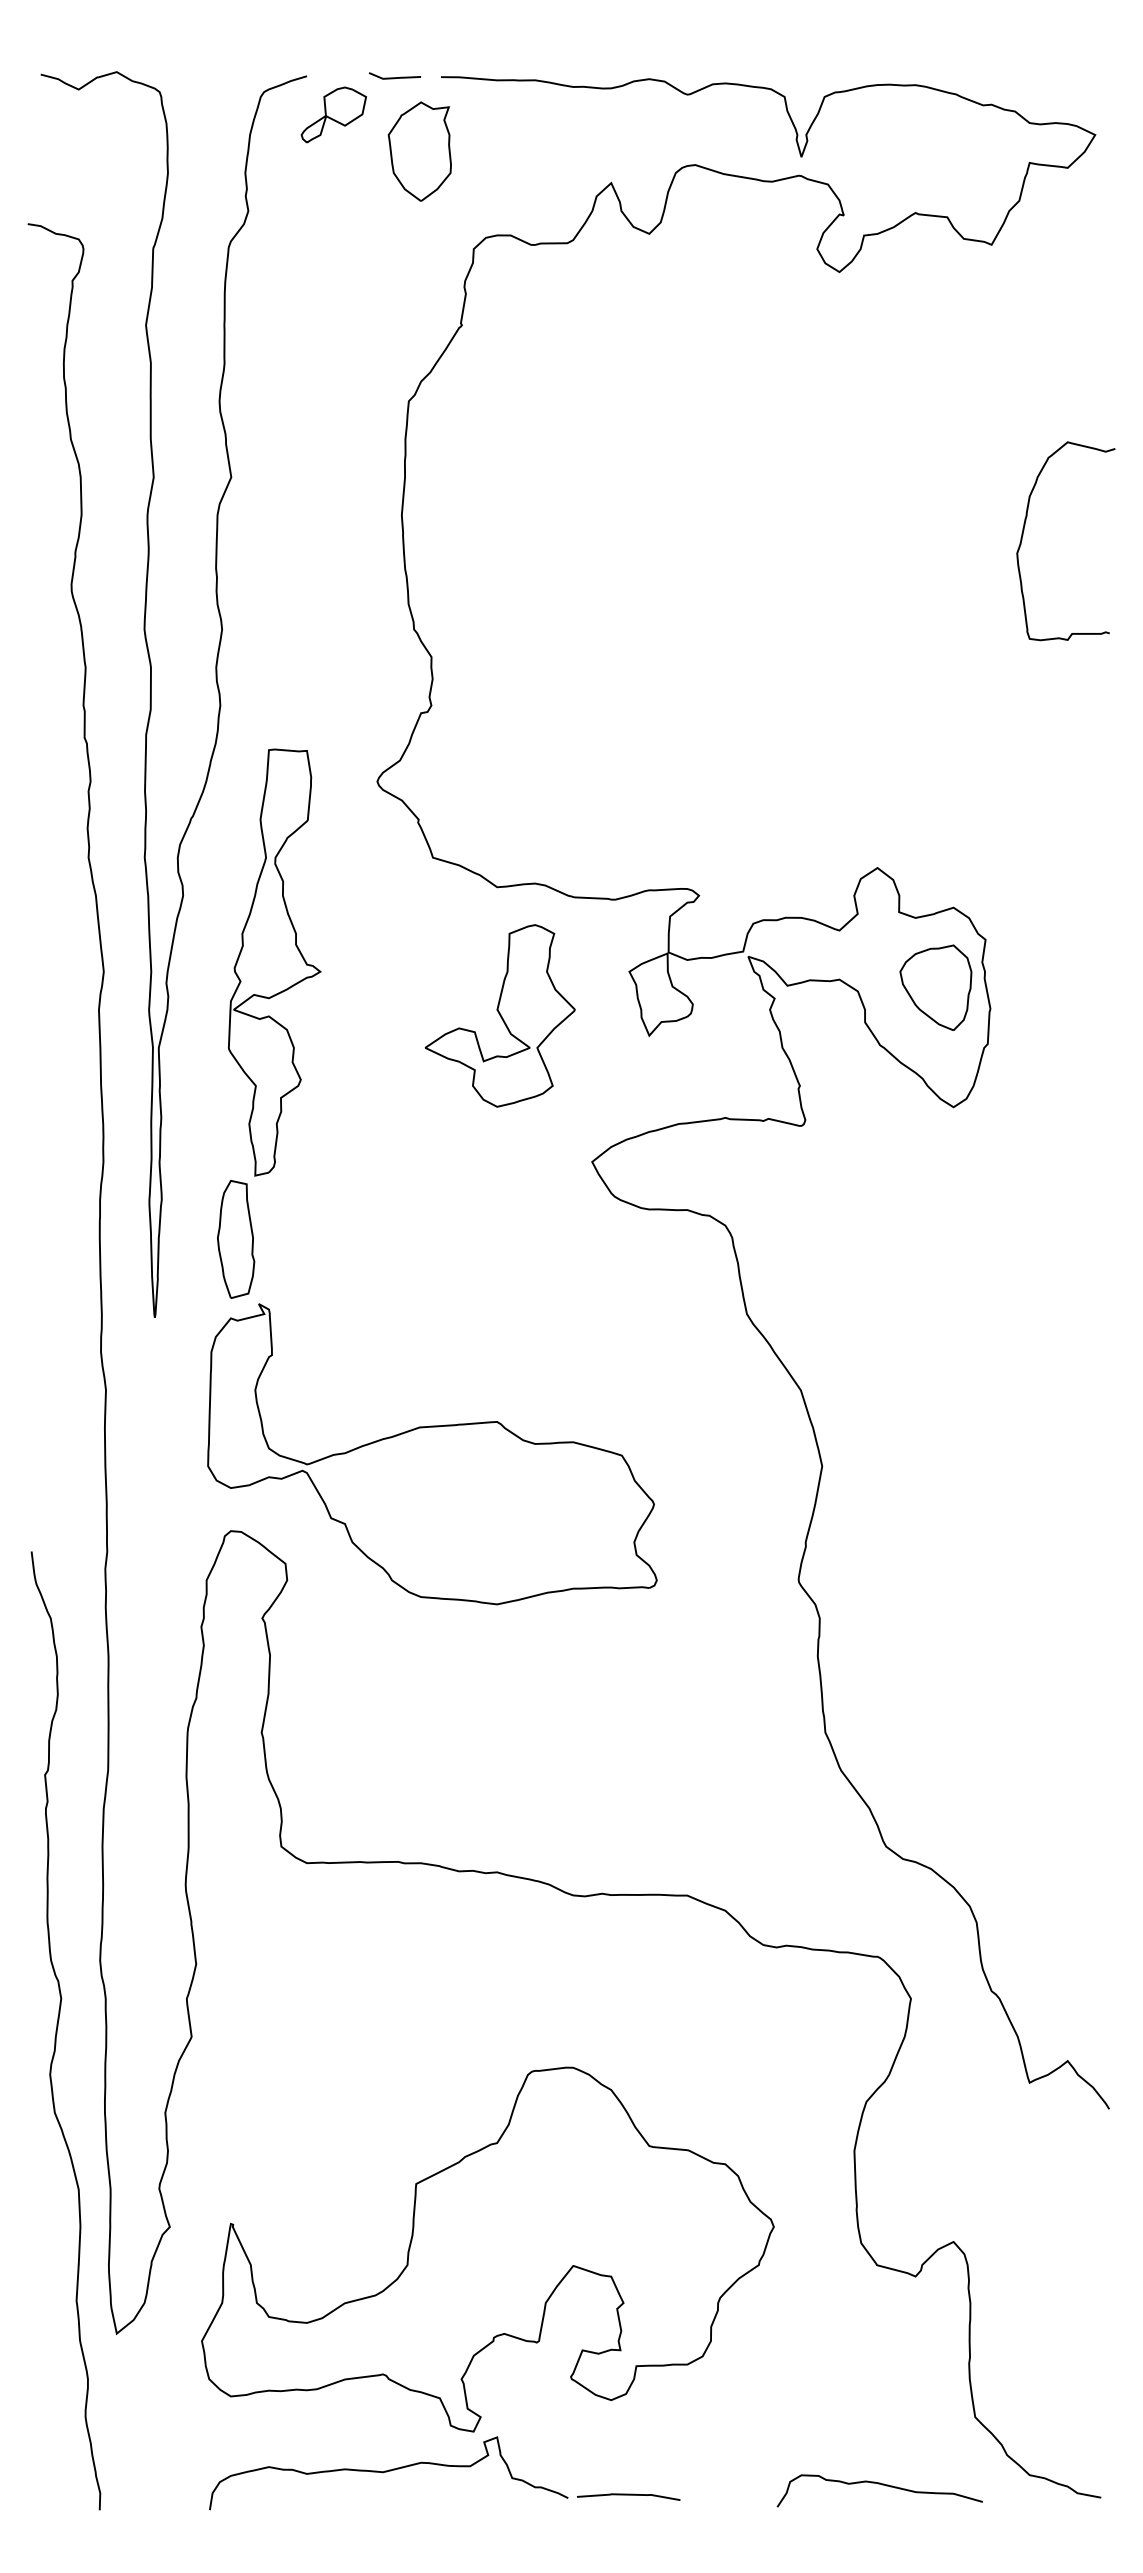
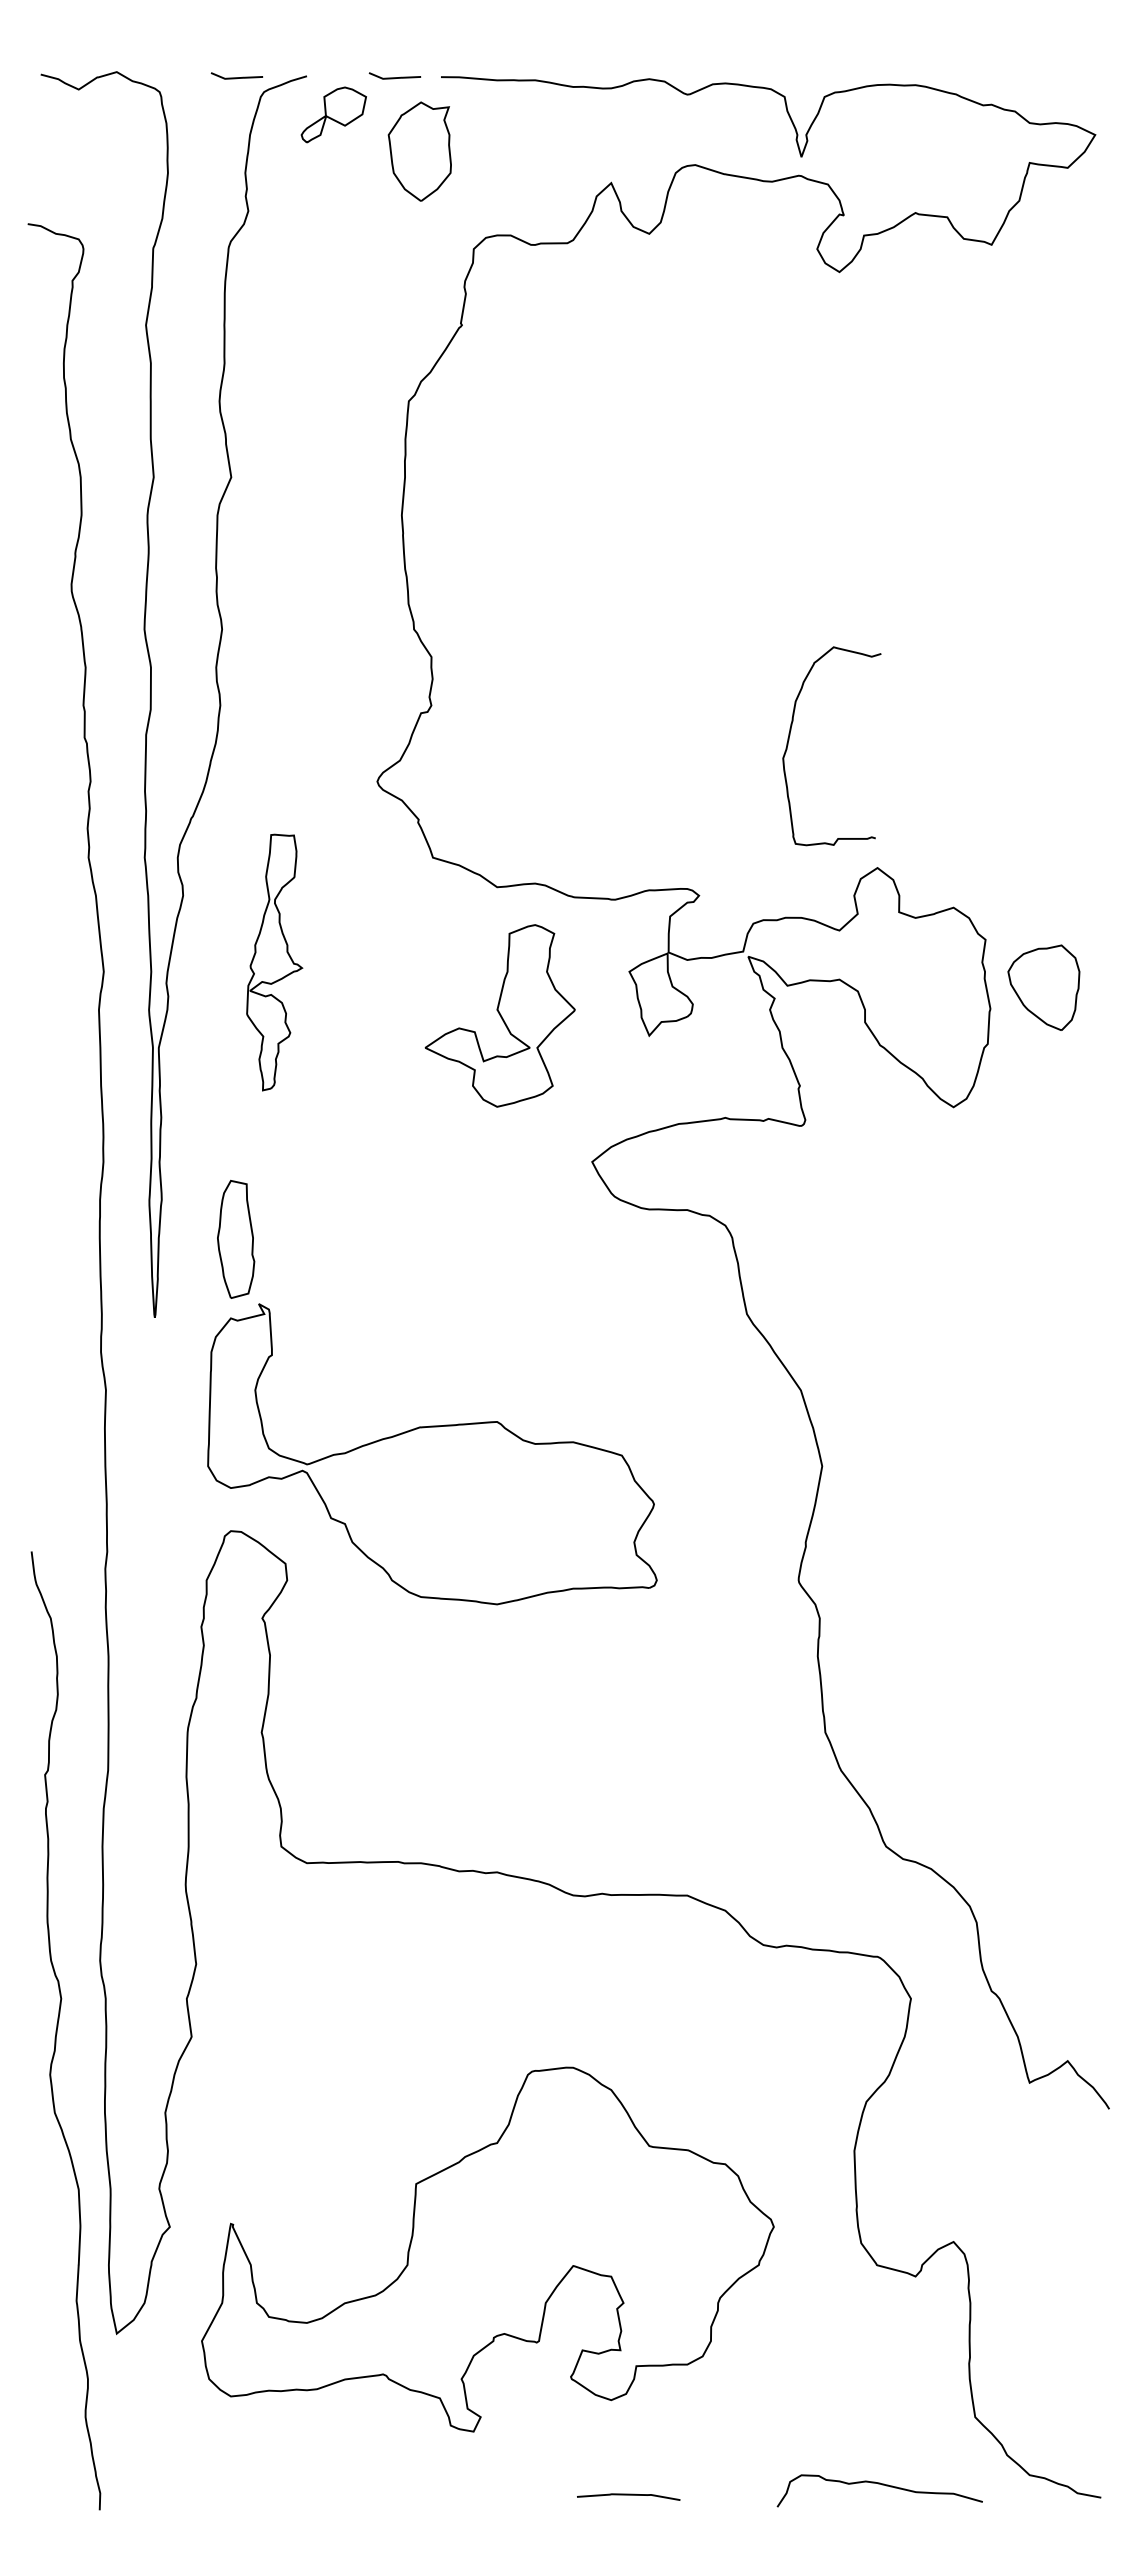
line at (236, 77): none -> present
curve at (1023, 535) position: (1023, 535) -> (789, 740)
part at (274, 962) size: 95x429 px -> 58x259 px
part at (935, 987) position: (935, 987) -> (1043, 987)
curve at (387, 2472): present -> none
